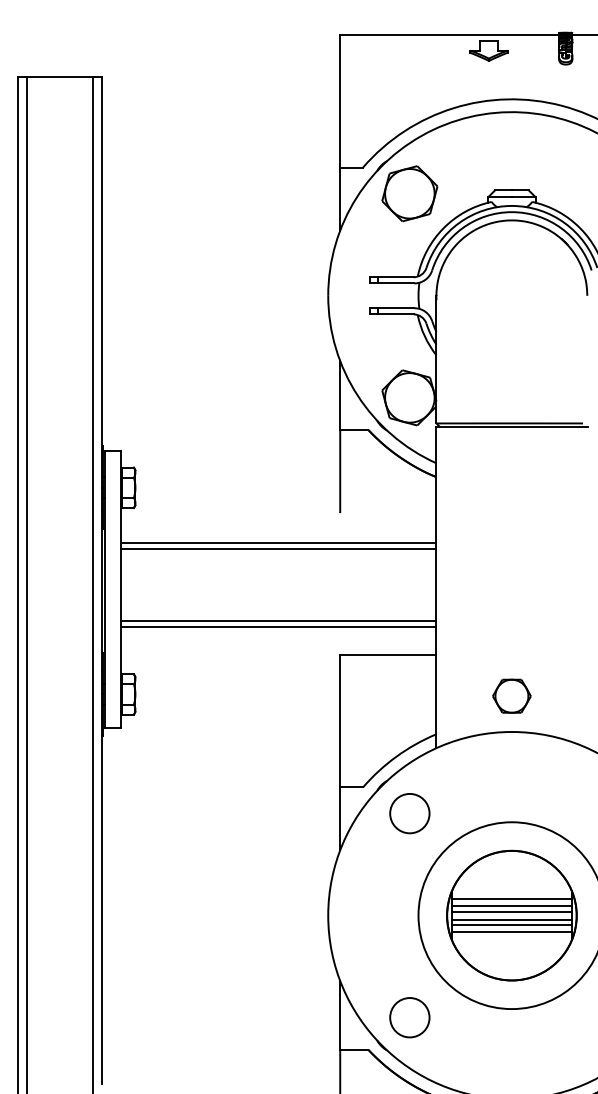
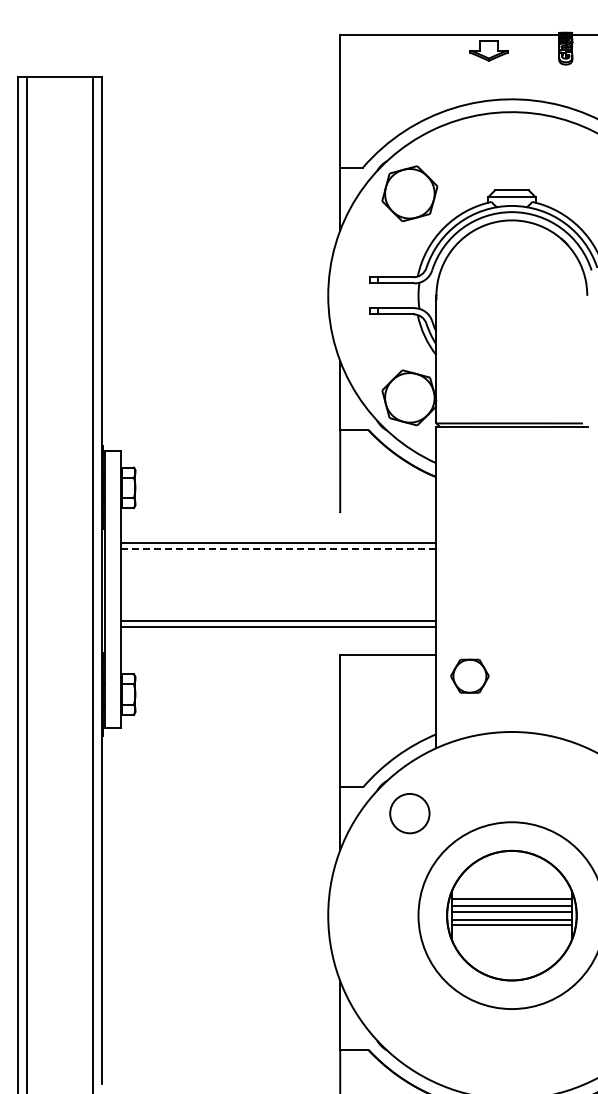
line at (278, 548): solid -> dashed
part at (511, 695) position: (511, 695) -> (469, 675)
line at (511, 932): present -> none
circle at (409, 1017): present -> none
